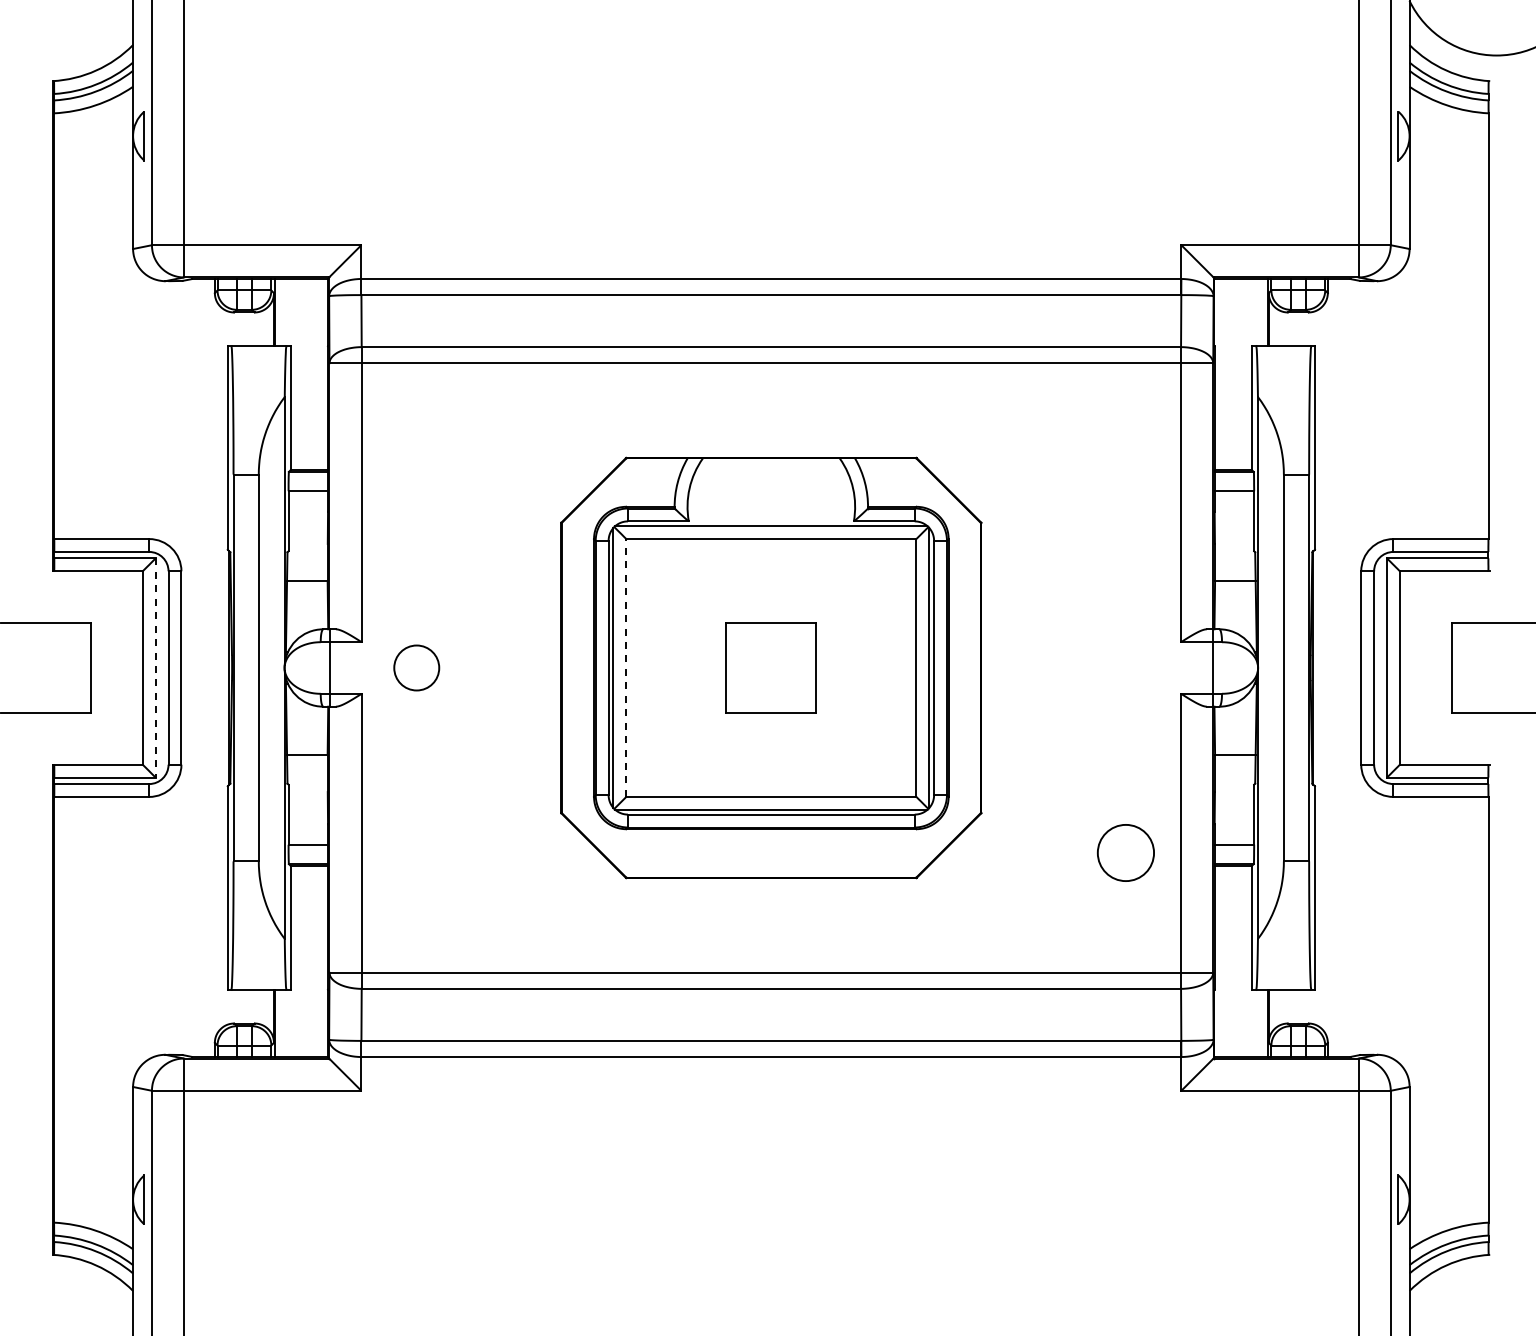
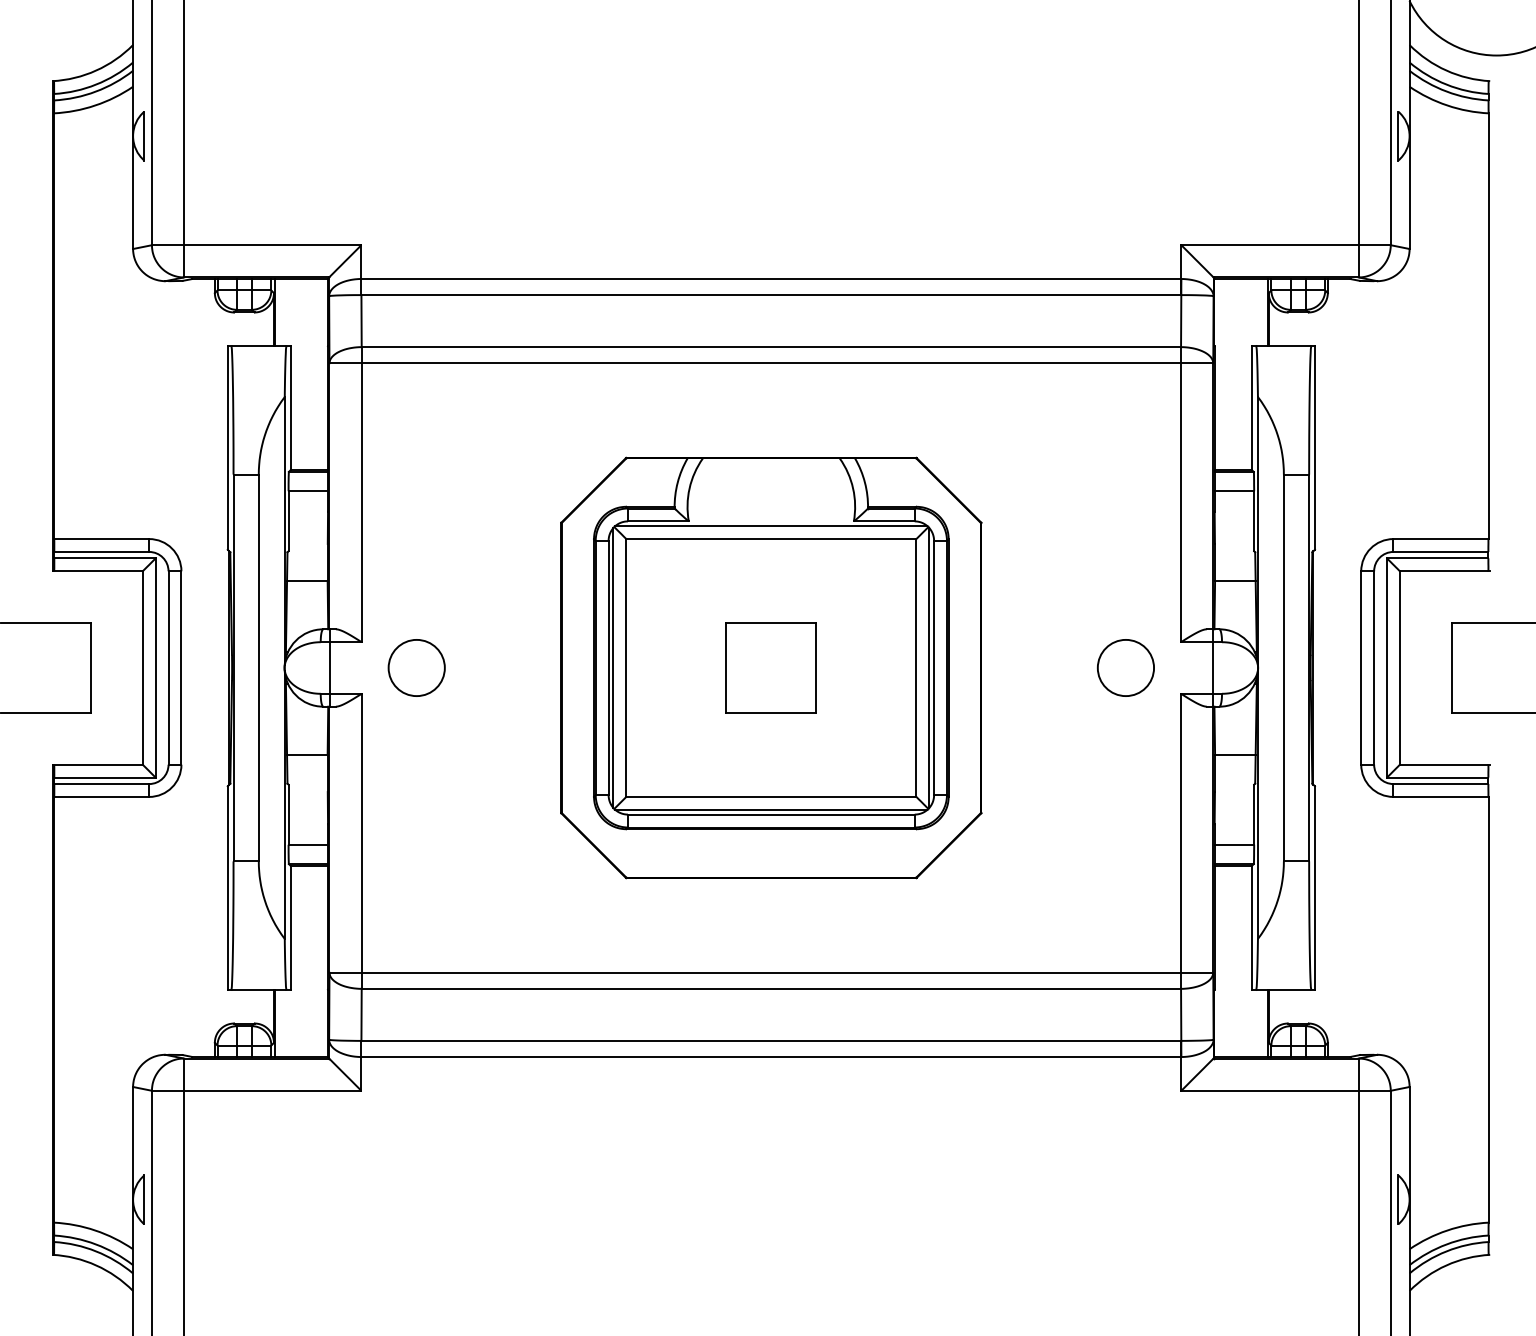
circle at (416, 667) diameter: 45 px -> 56 px
line at (155, 668): dashed -> solid
line at (626, 668): dashed -> solid
circle at (1125, 852) position: (1125, 852) -> (1125, 667)
